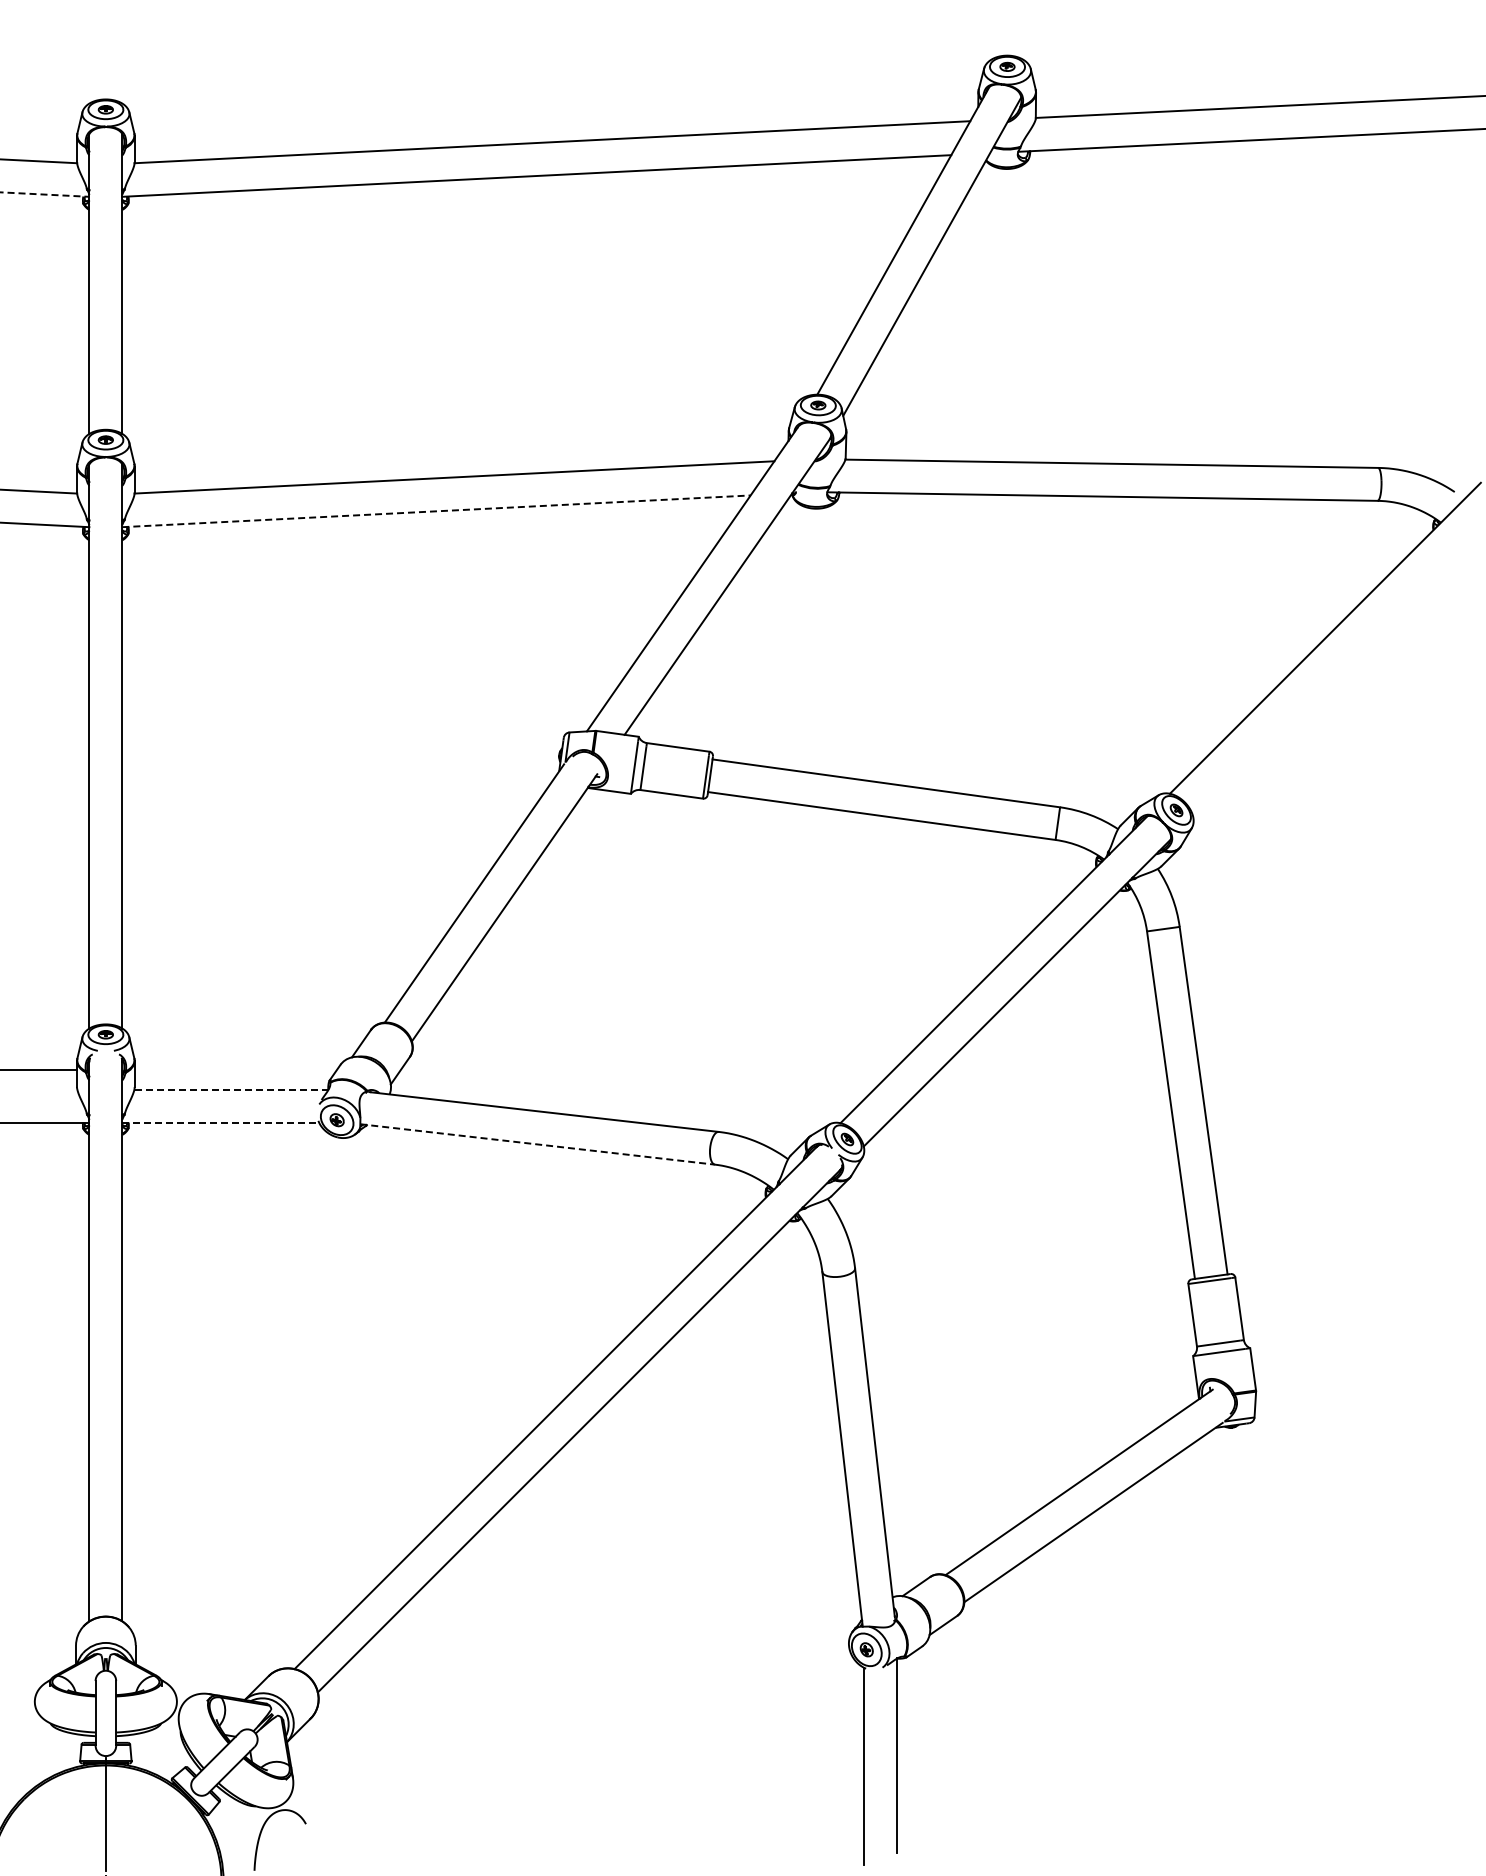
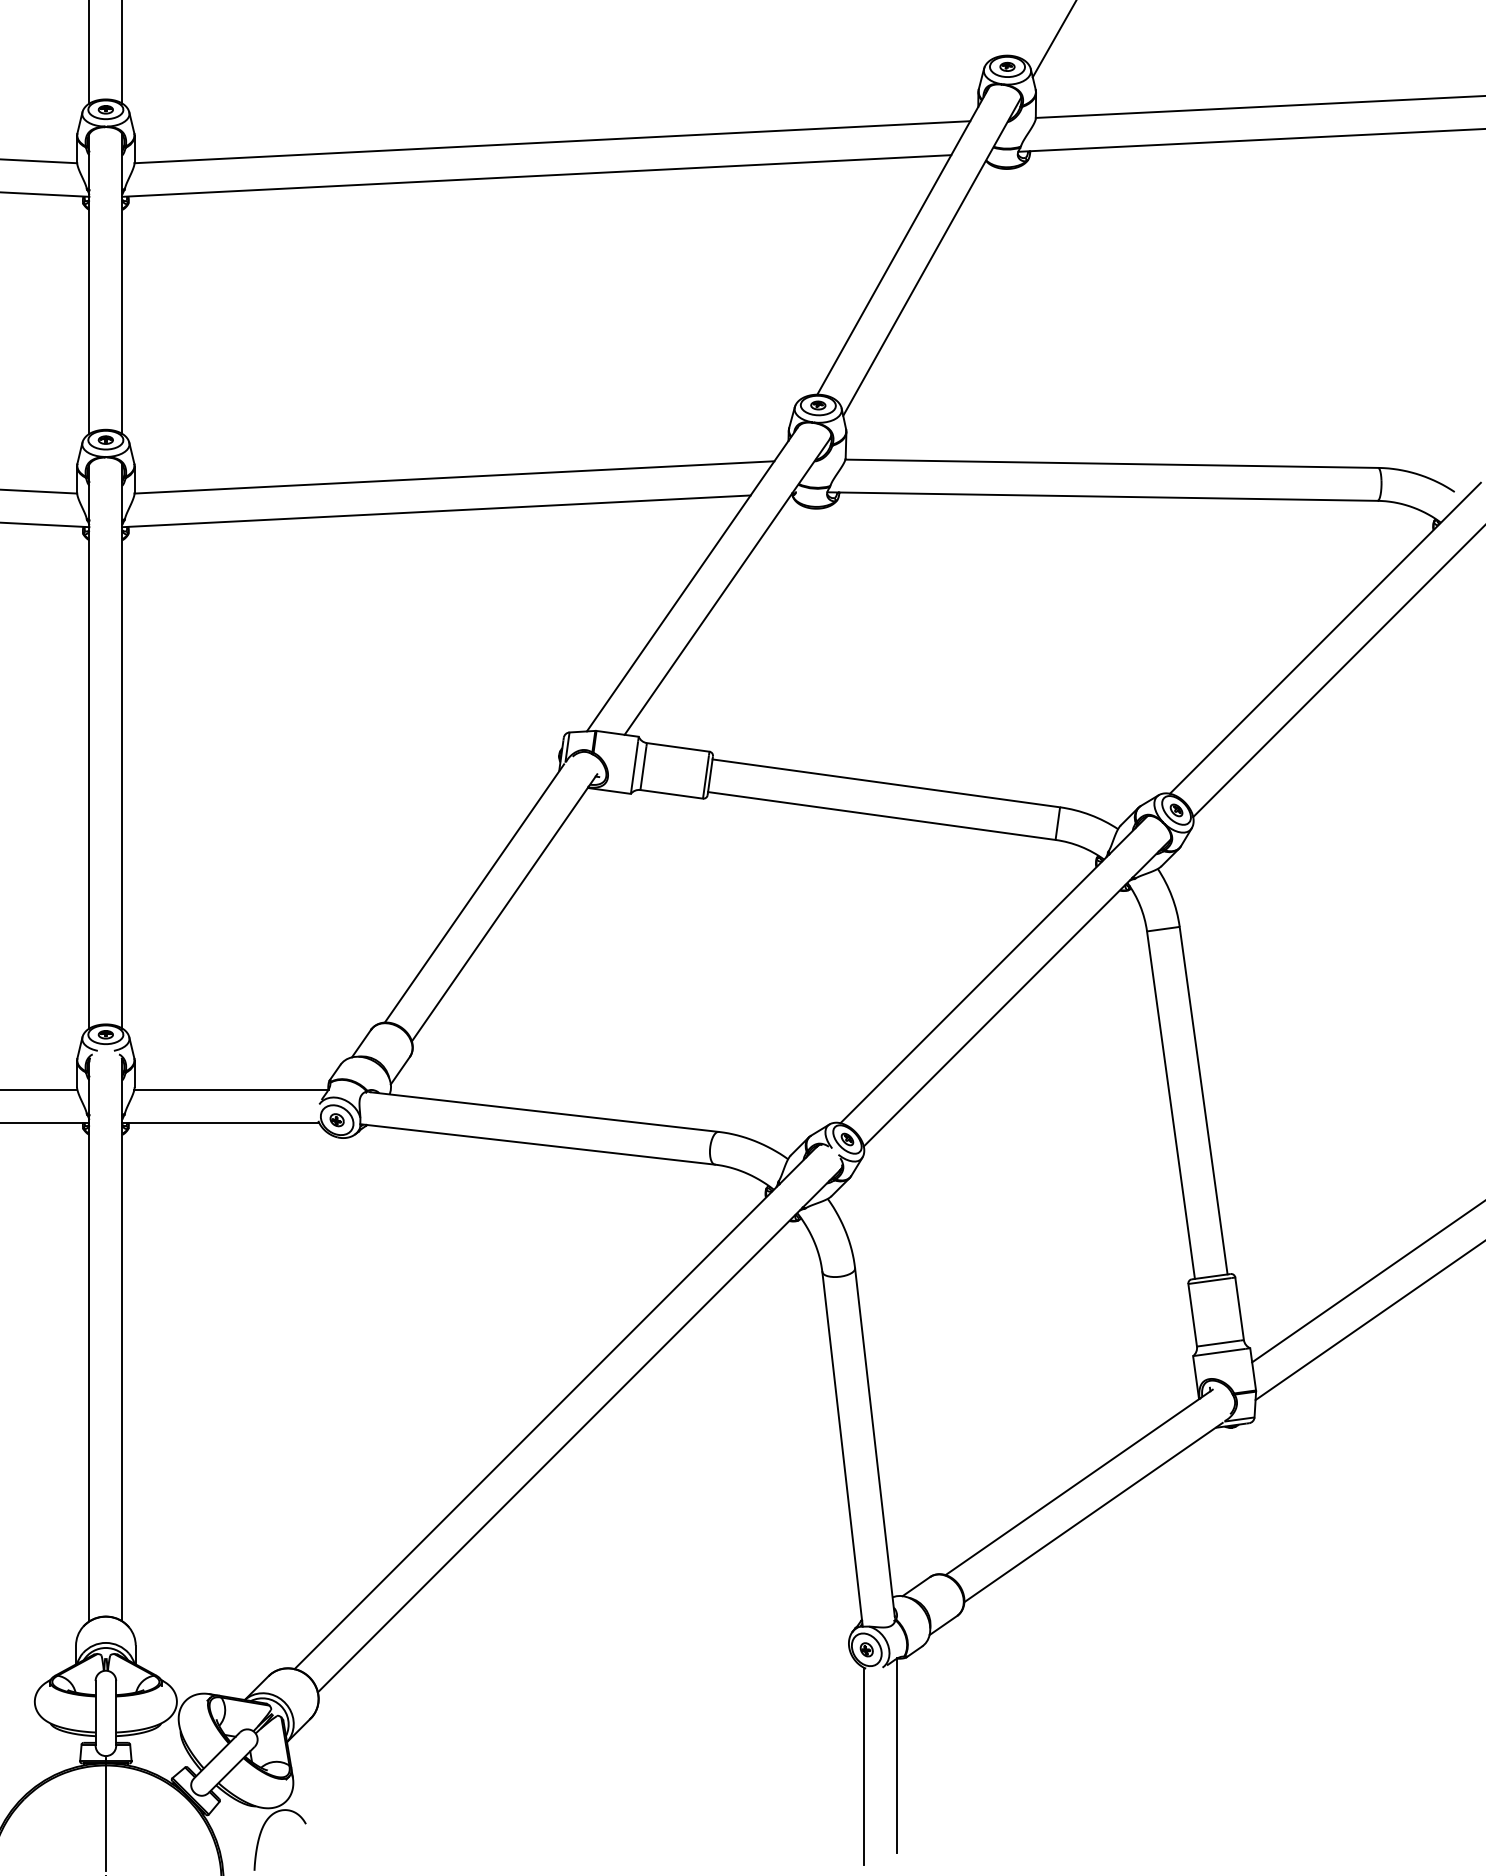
line at (1053, 39): none -> present
line at (89, 52): none -> present
line at (122, 52): none -> present
line at (45, 194): dashed -> solid
line at (436, 511): dashed -> solid
line at (1337, 672): none -> present
line at (39, 1069) position: (39, 1069) -> (39, 1089)
line at (230, 1089): dashed -> solid
line at (221, 1122): dashed -> solid
line at (538, 1144): dashed -> solid
line at (1367, 1282): none -> present
line at (1368, 1321): none -> present
